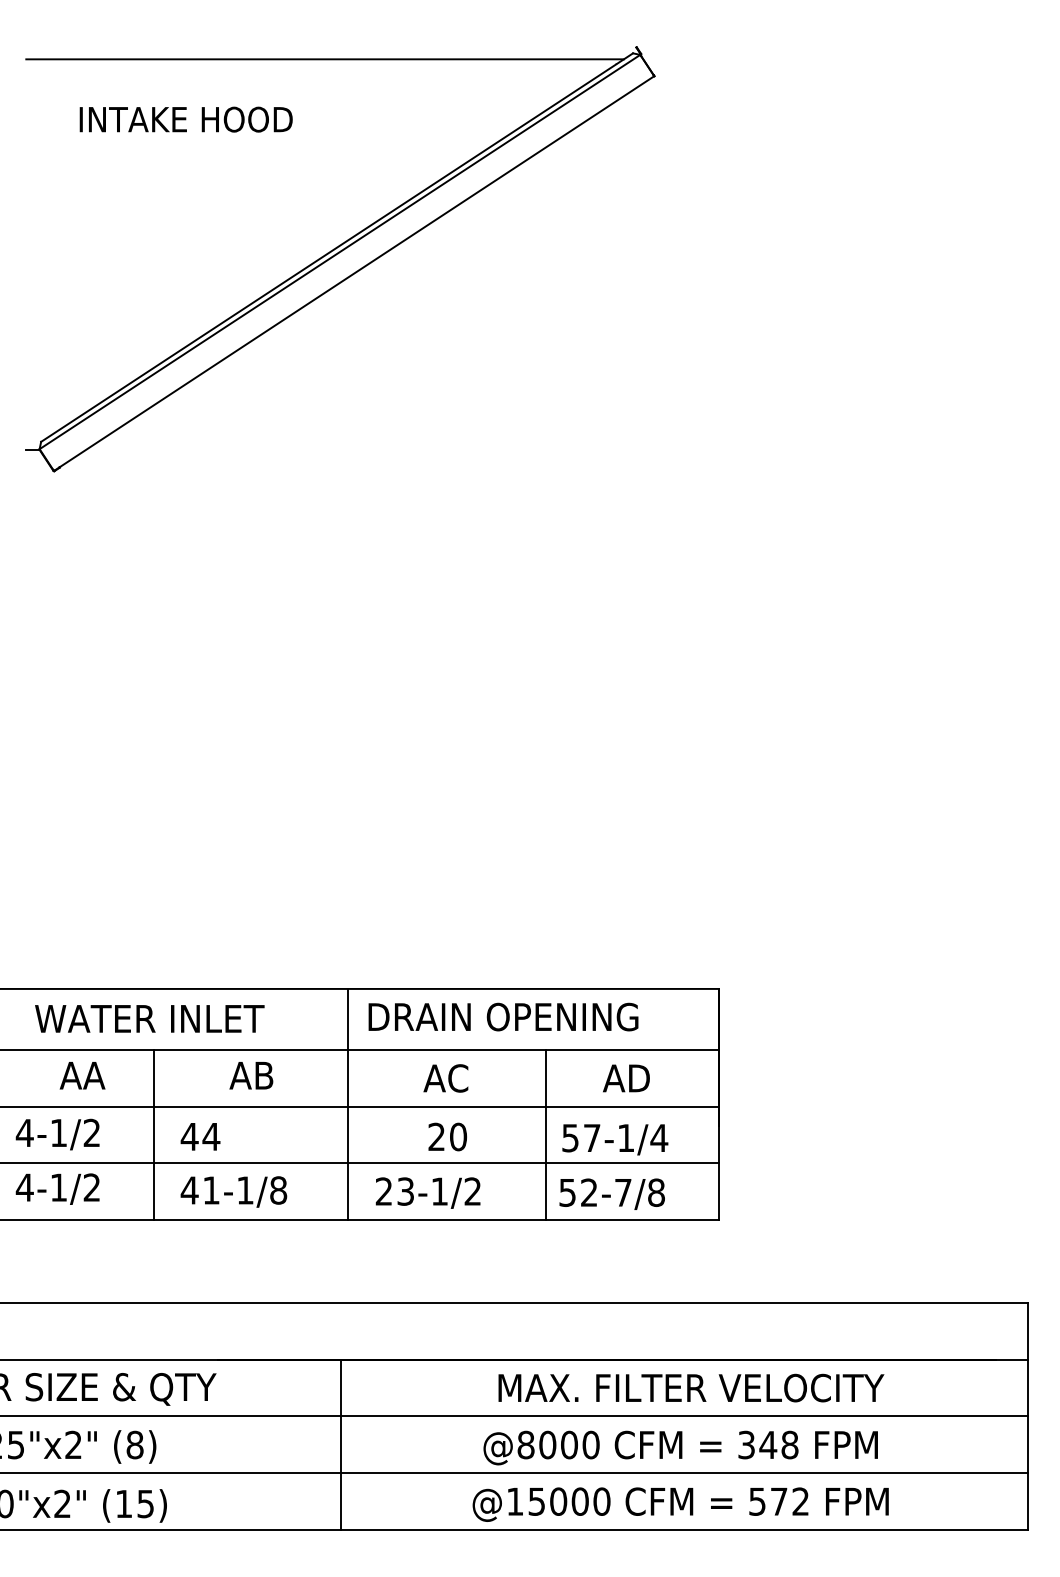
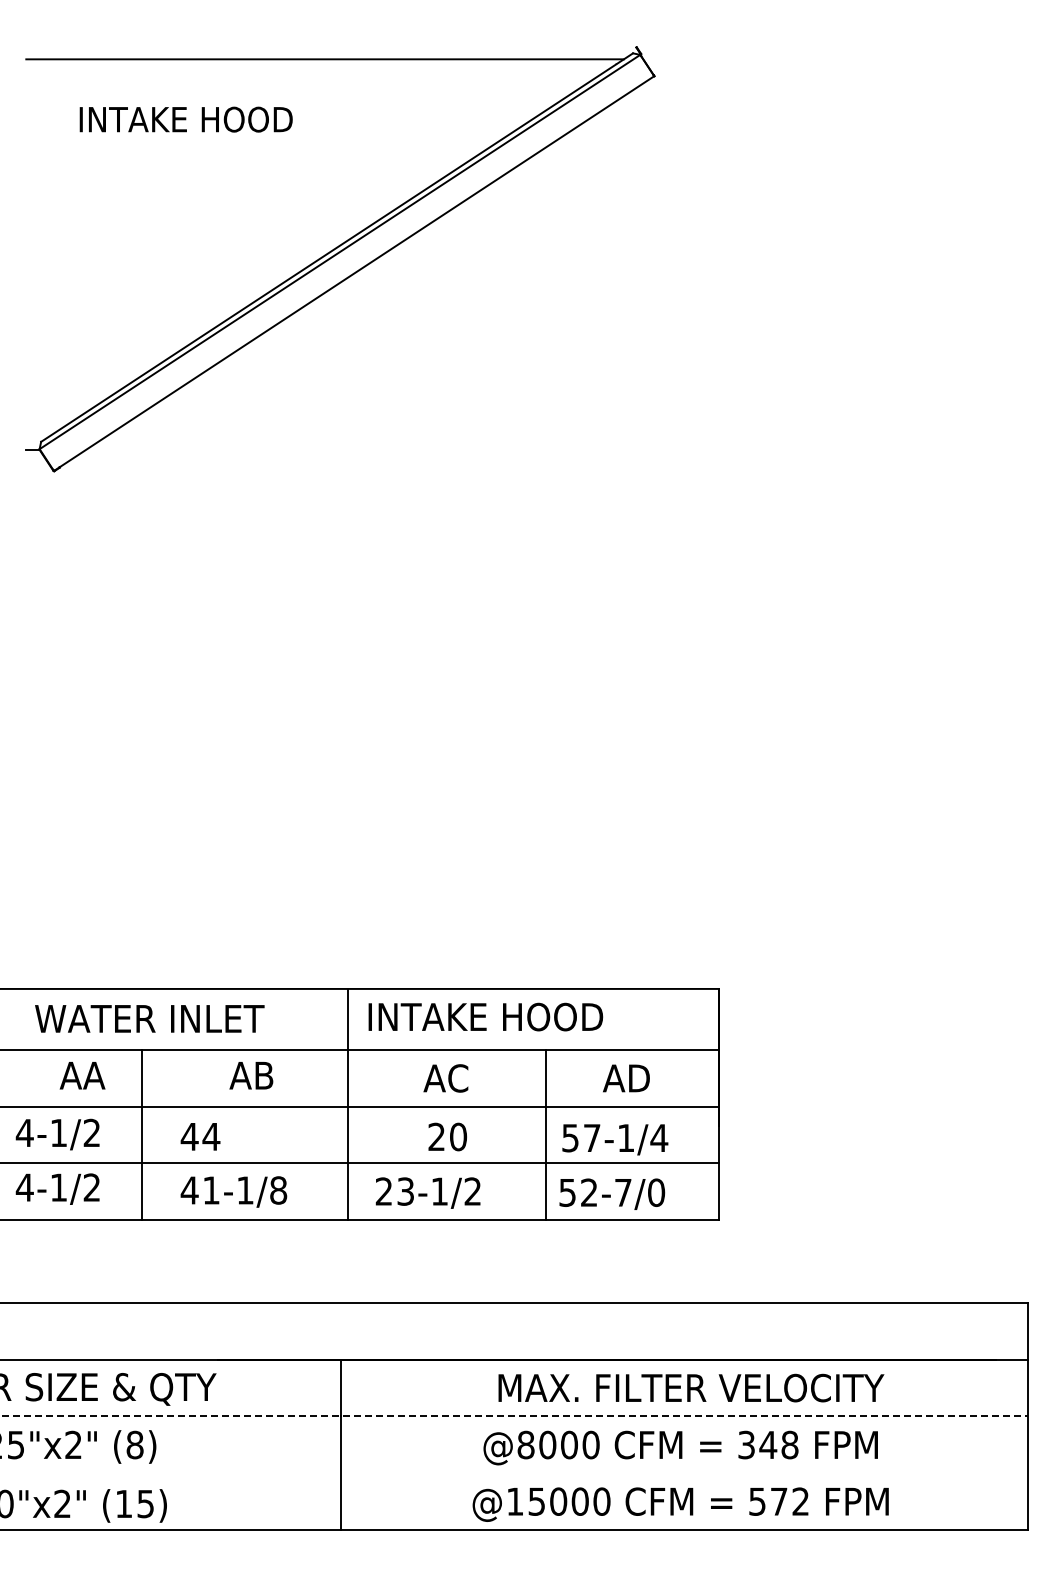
text at (505, 1016): DRAIN OPENING -> INTAKE HOOD
line at (153, 1134) position: (153, 1134) -> (141, 1134)
text at (656, 1192): 52-7/8 -> 52-7/0
line at (514, 1416): solid -> dashed
line at (515, 1473): present -> none
